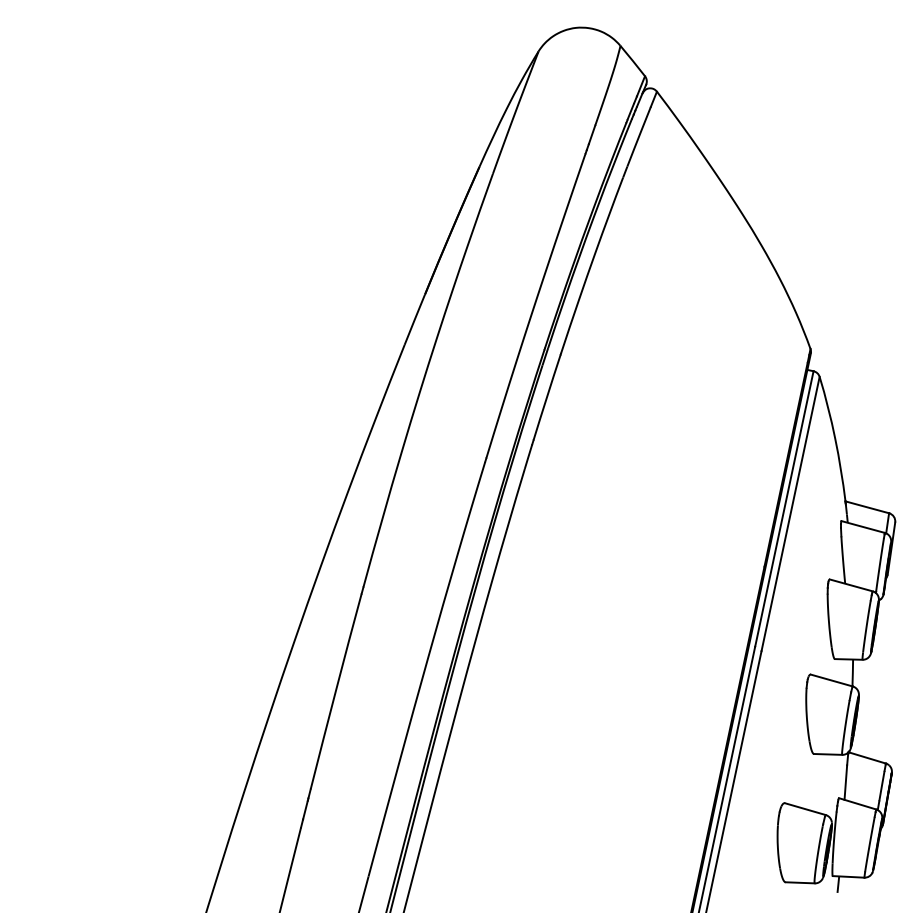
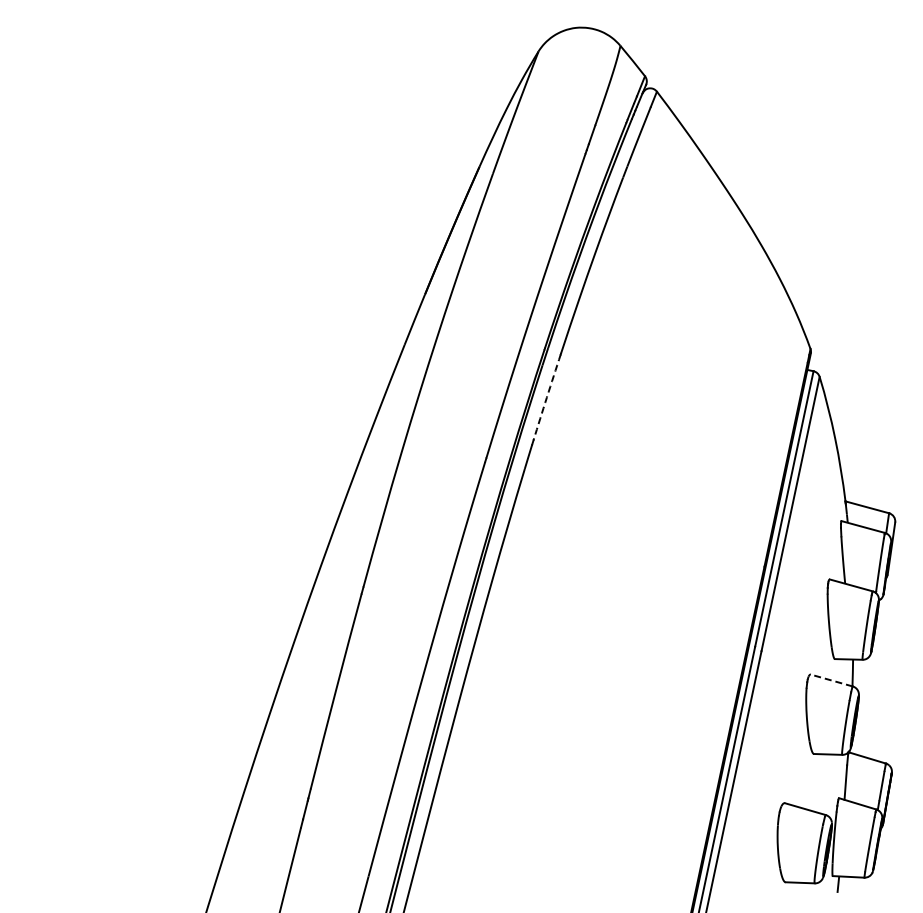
arc at (546, 397): solid -> dashed
line at (831, 680): solid -> dashed
